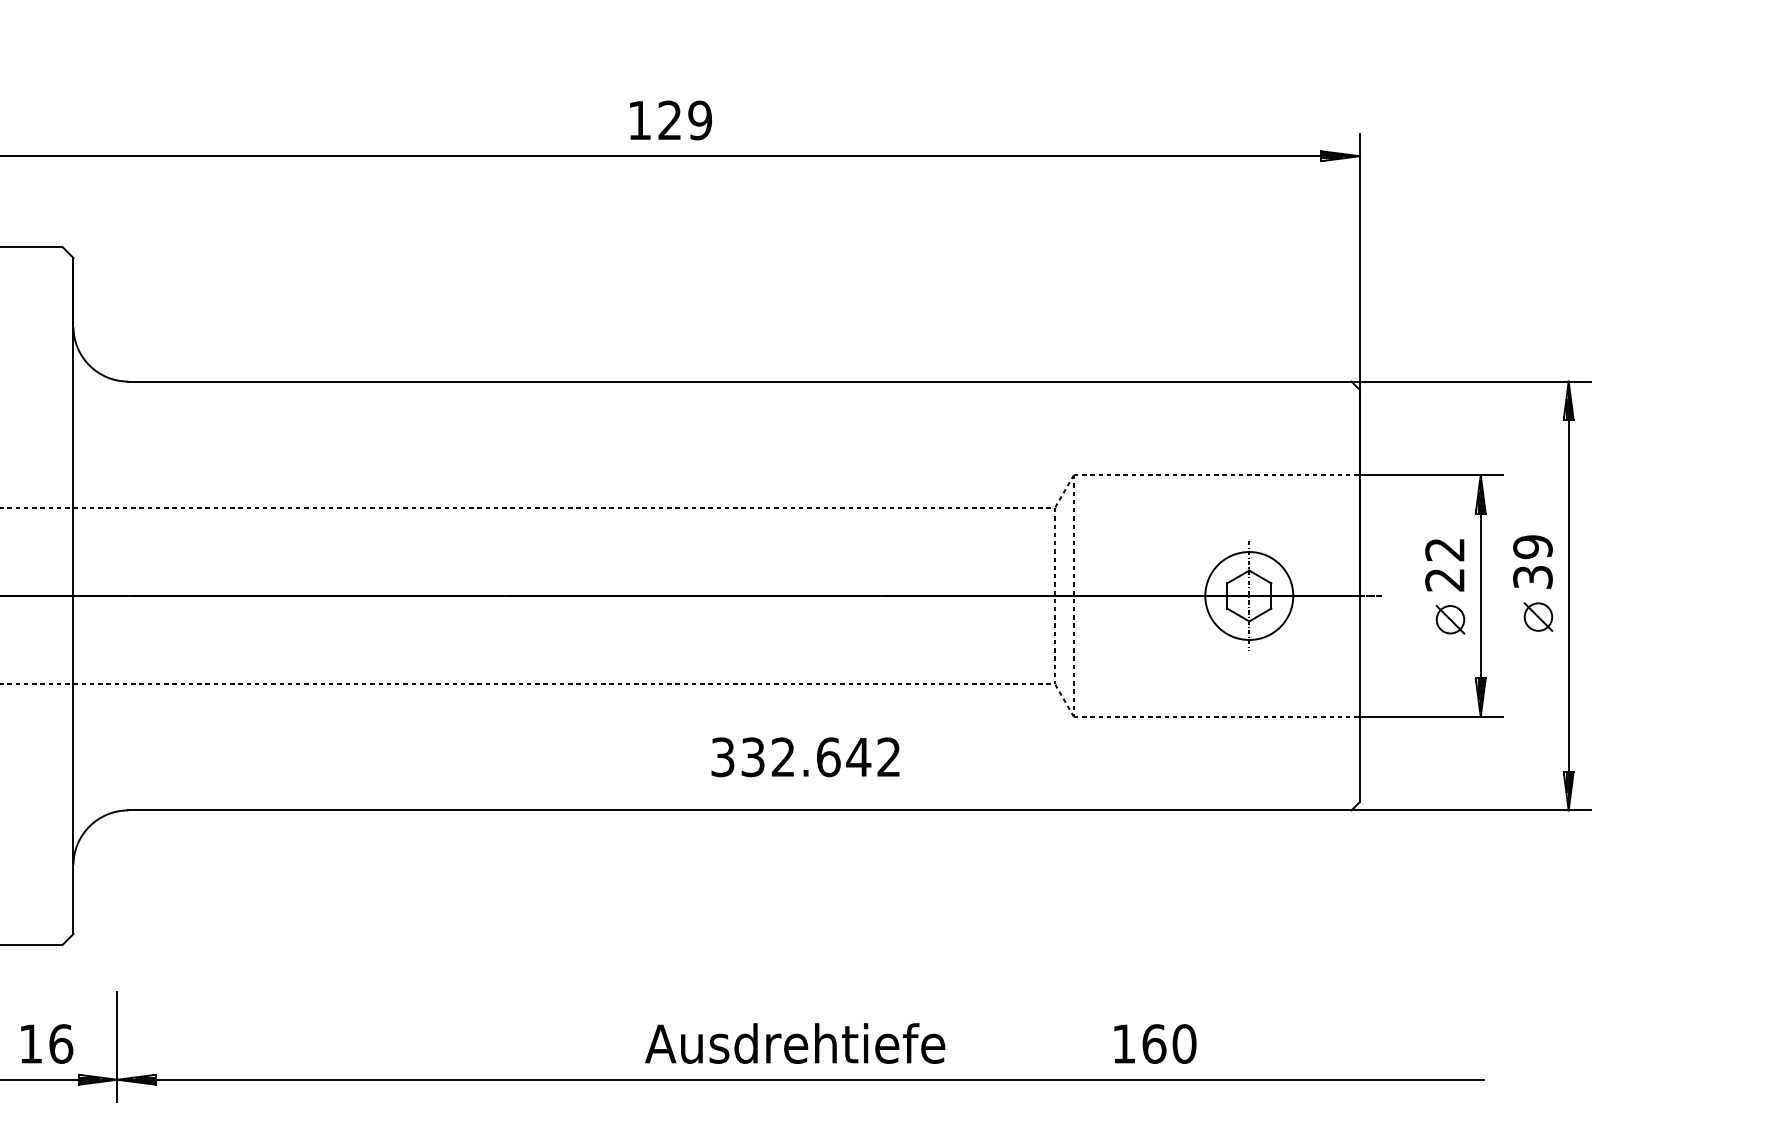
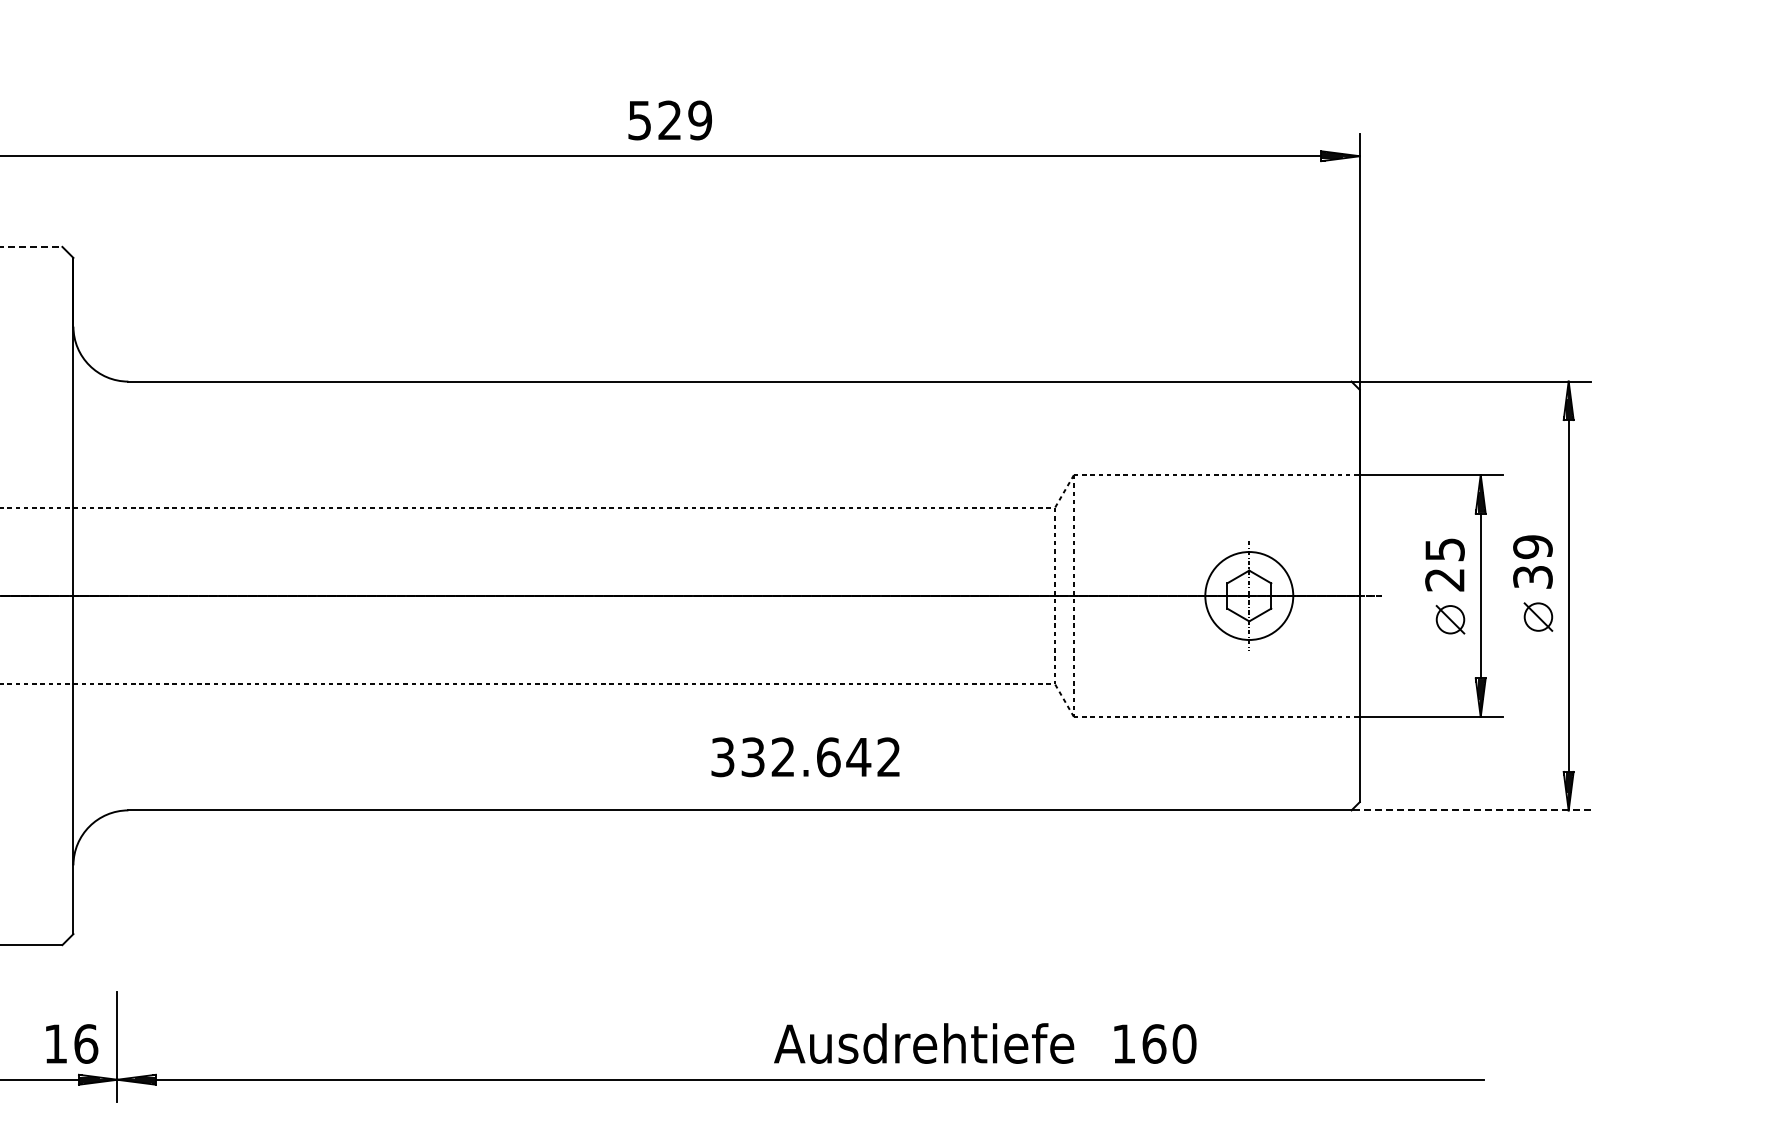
text at (639, 120): 129 -> 529
line at (31, 246): solid -> dashed
text at (1444, 549): 22 -> 25
line at (1471, 810): solid -> dashed
text at (47, 1043) position: (47, 1043) -> (72, 1043)
text at (795, 1043) position: (795, 1043) -> (924, 1043)
